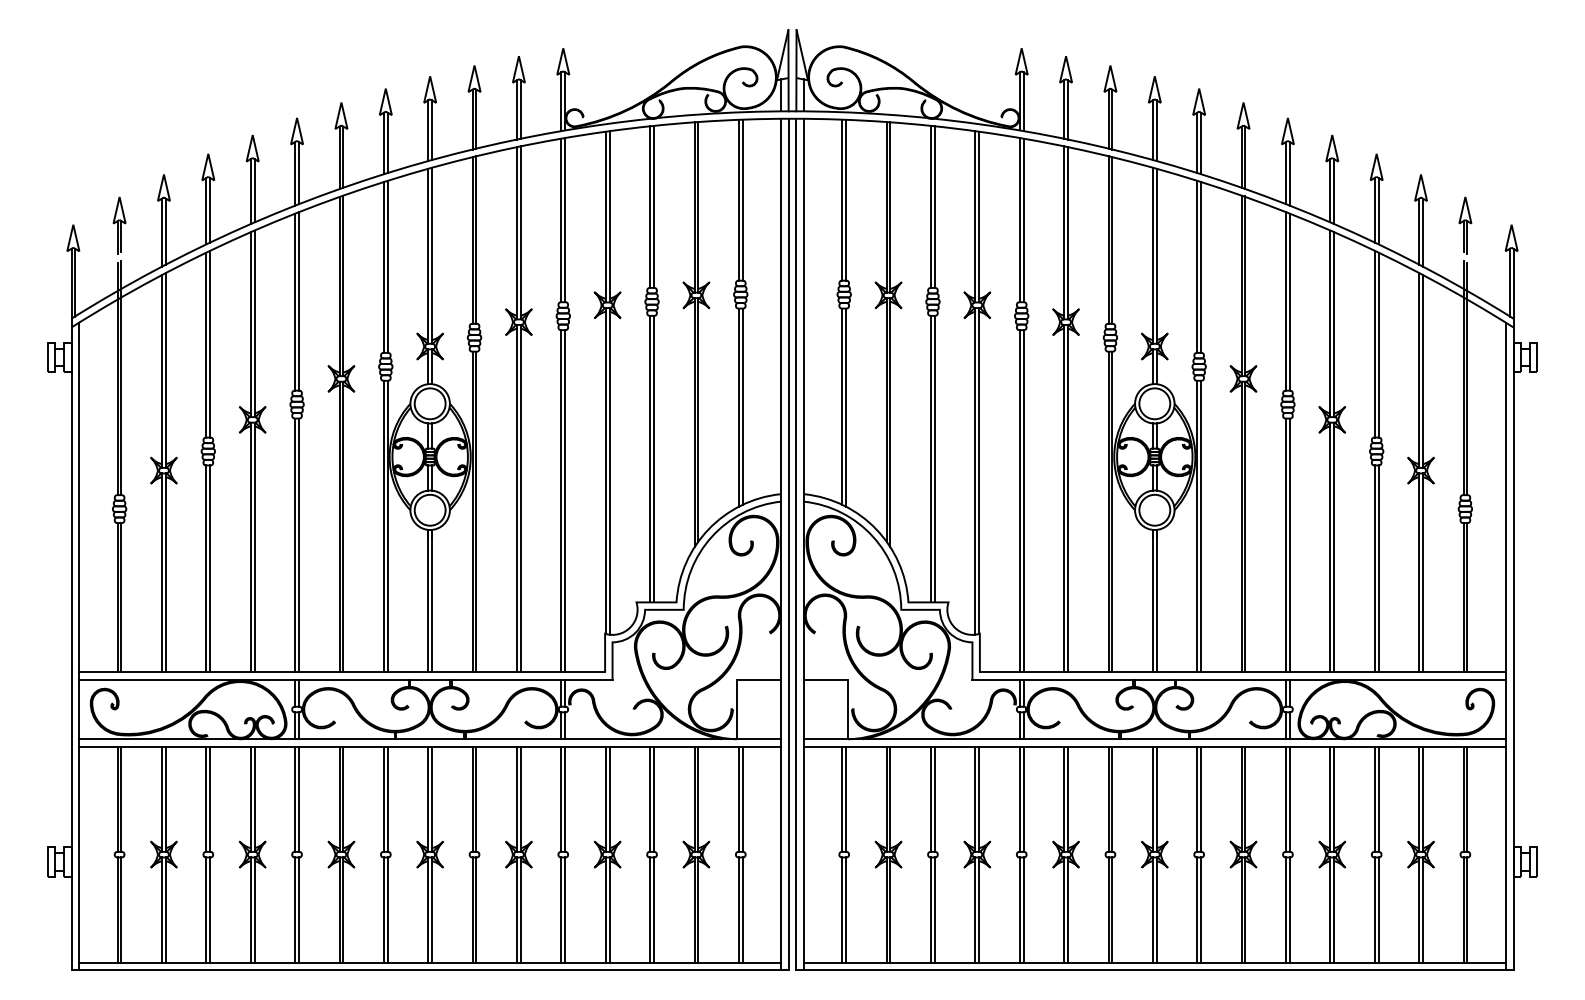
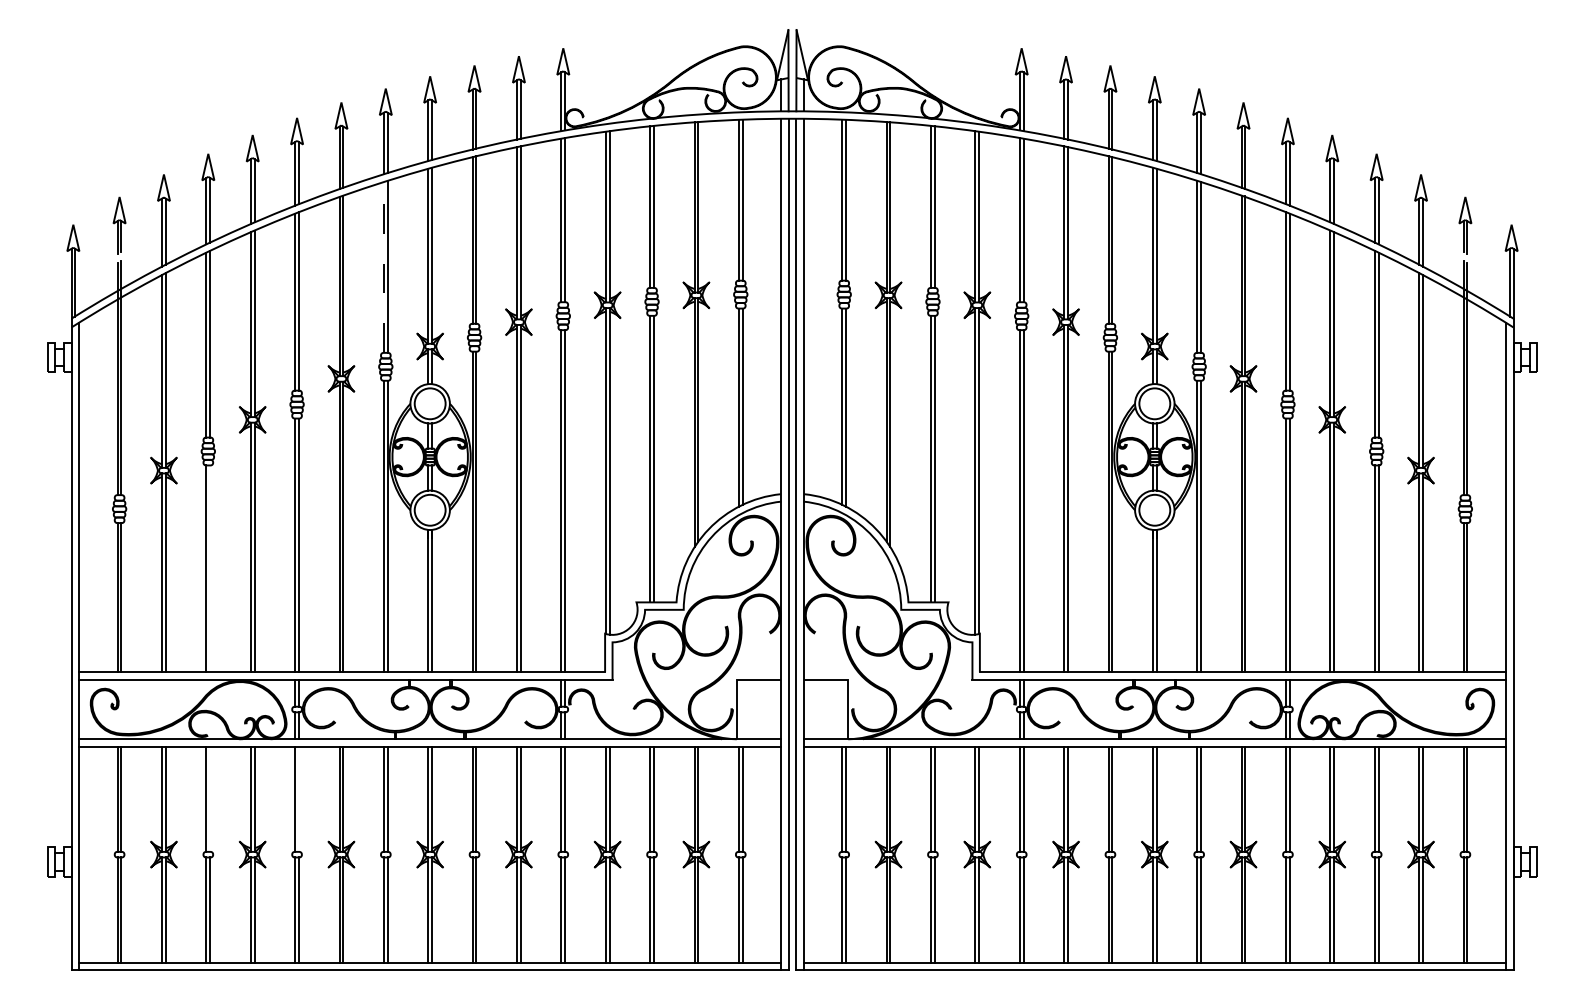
line at (383, 266): solid -> dashed
line at (210, 568): present -> none
line at (210, 798): present -> none
line at (298, 798): present -> none
